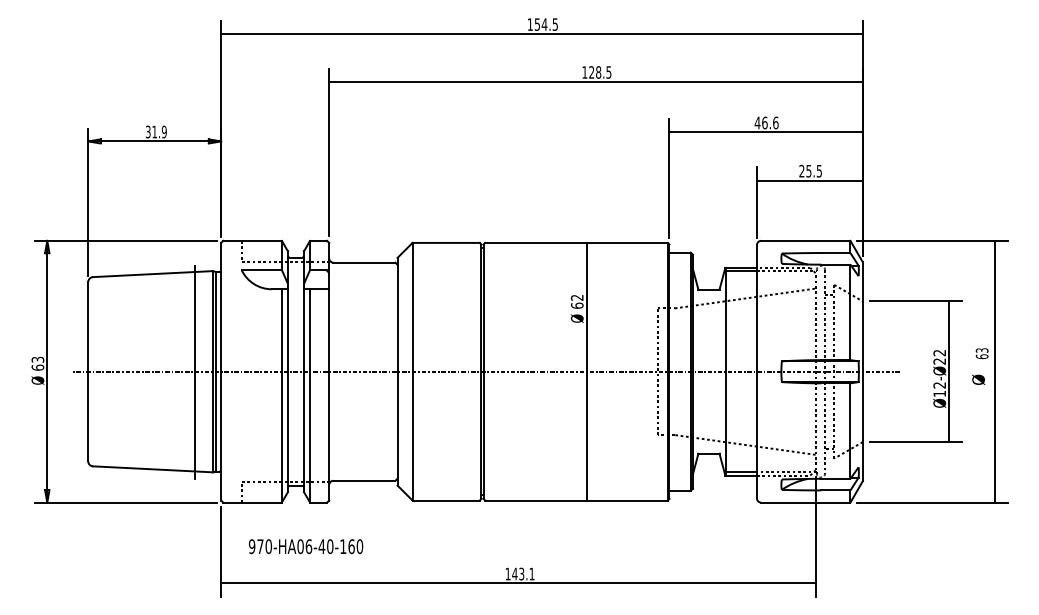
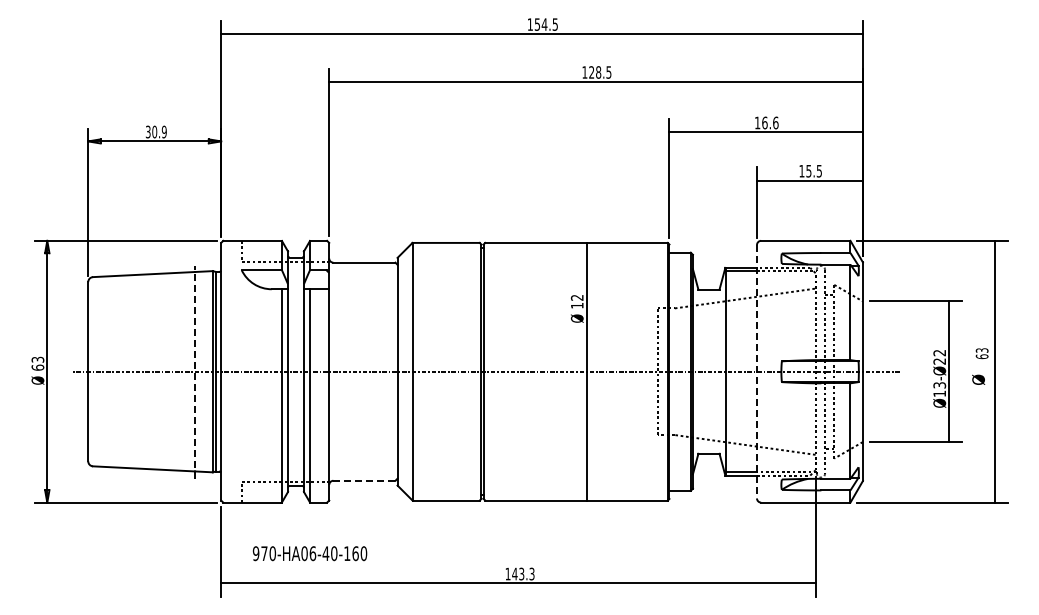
text at (757, 122): 46.6 -> 16.6
text at (154, 131): 31.9 -> 30.9
text at (801, 170): 25.5 -> 15.5
text at (576, 305): 62 -> 12
line at (756, 371): solid -> dashed
line at (195, 372): solid -> dashed
text at (940, 385): Ø12-Ø22 -> Ø13-Ø22
line at (363, 480): solid -> dashed
text at (305, 546) position: (305, 546) -> (309, 553)
text at (531, 573): 143.1 -> 143.3
